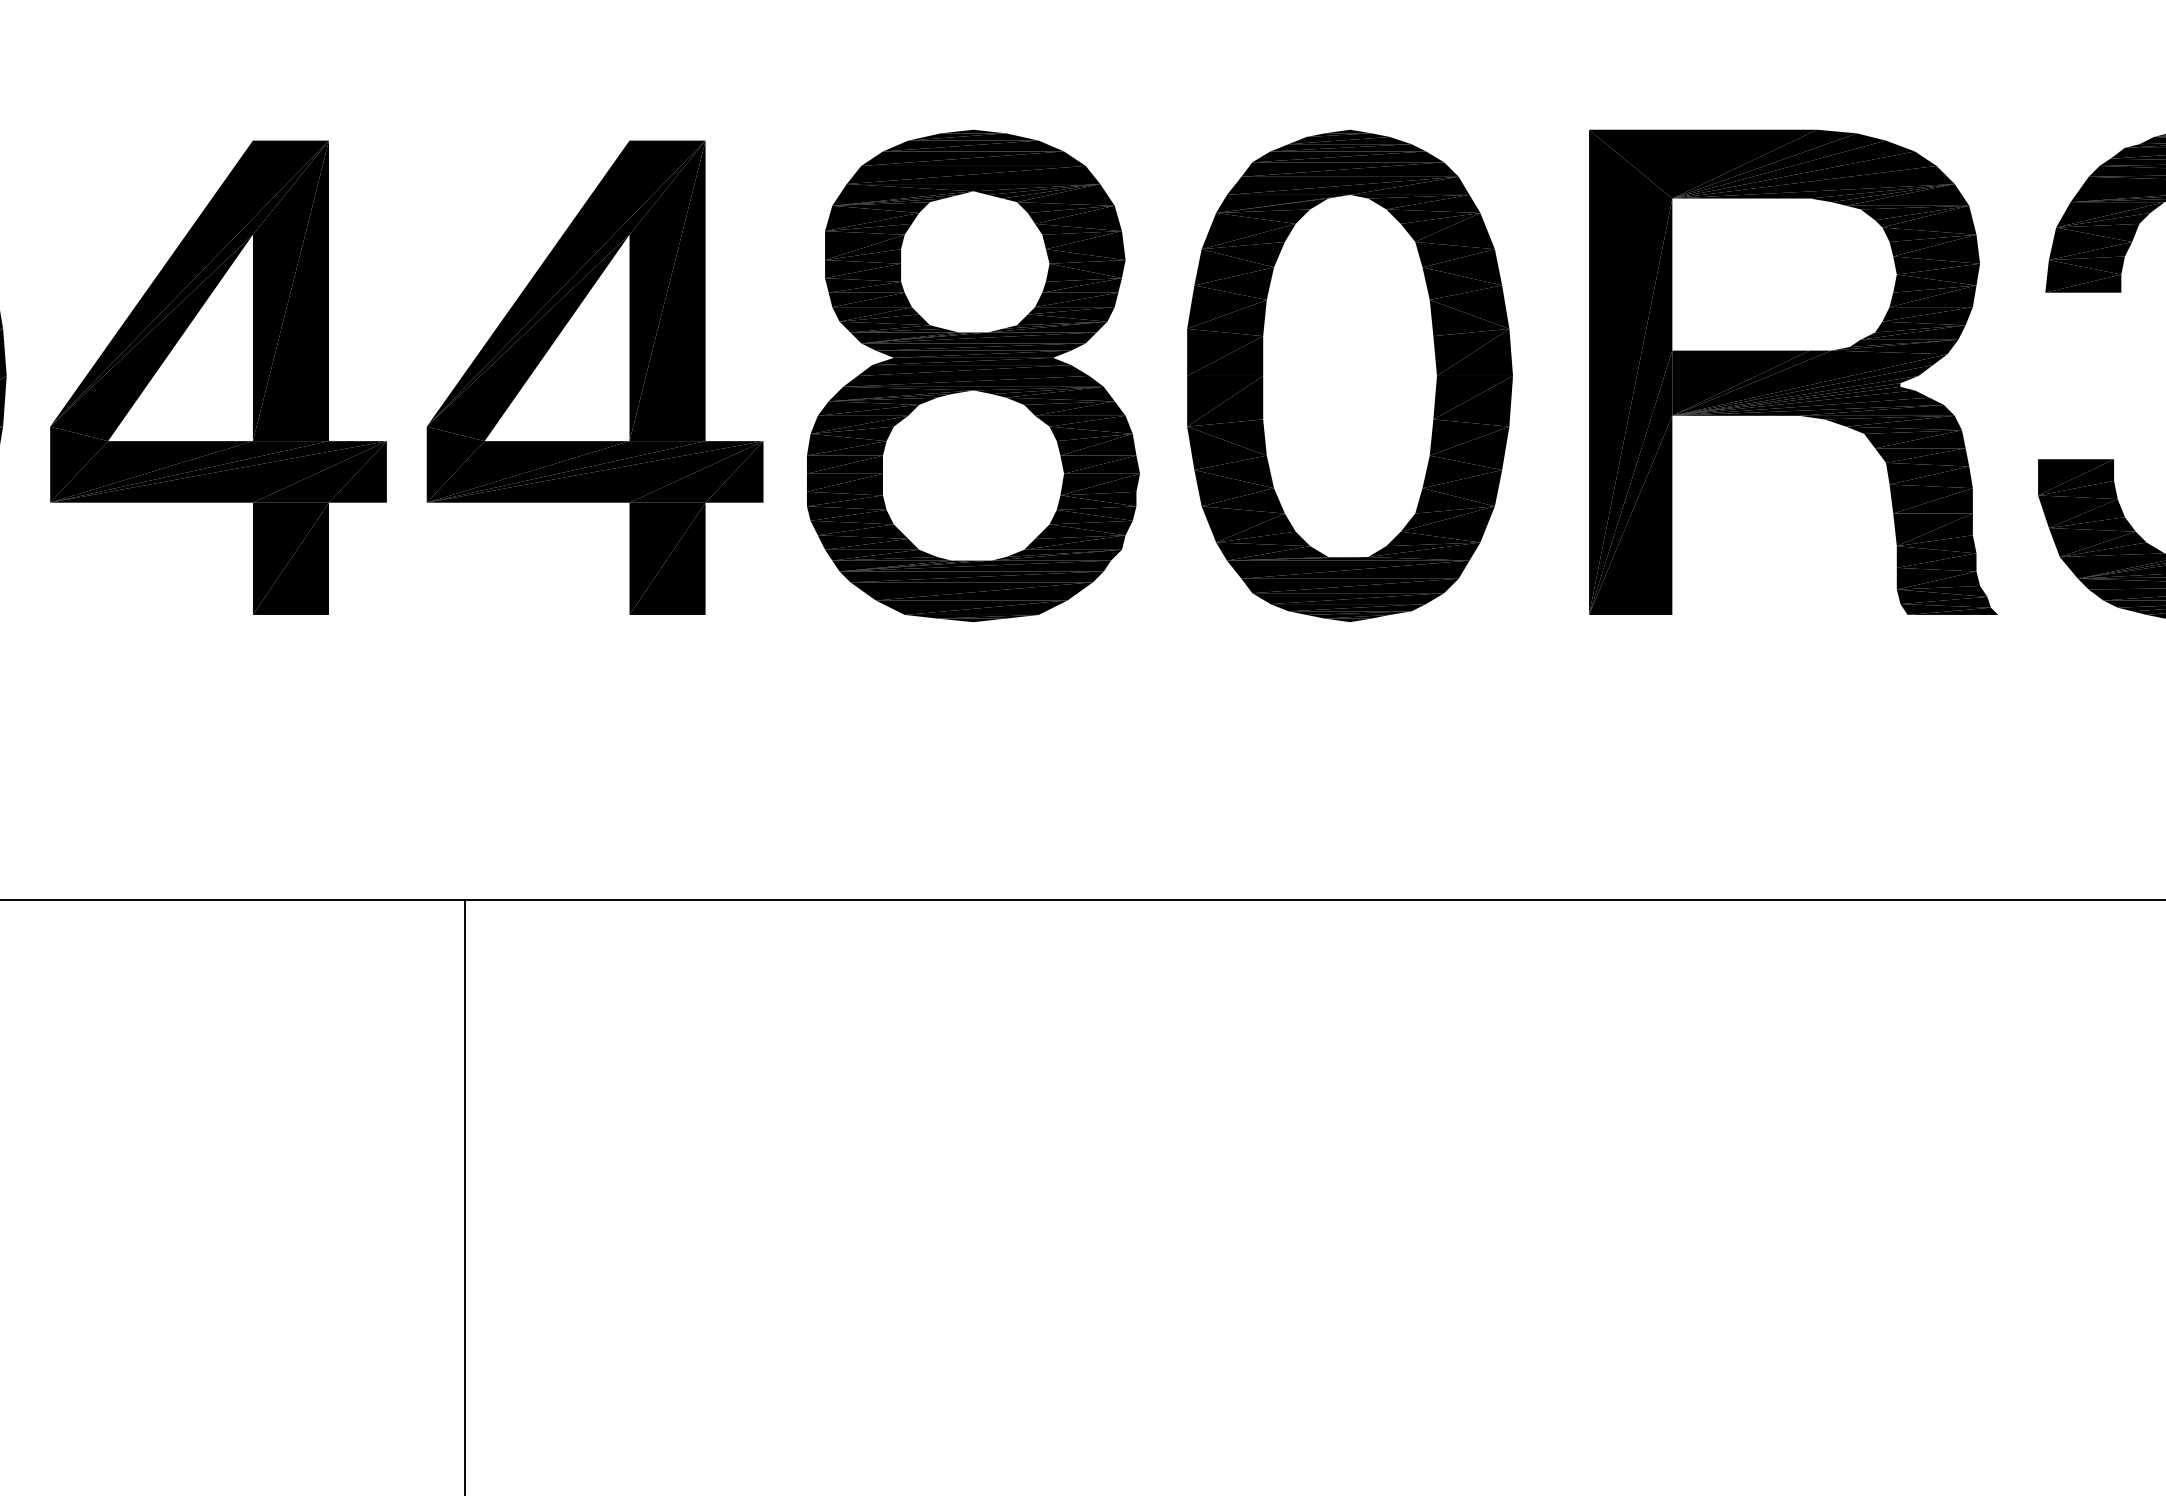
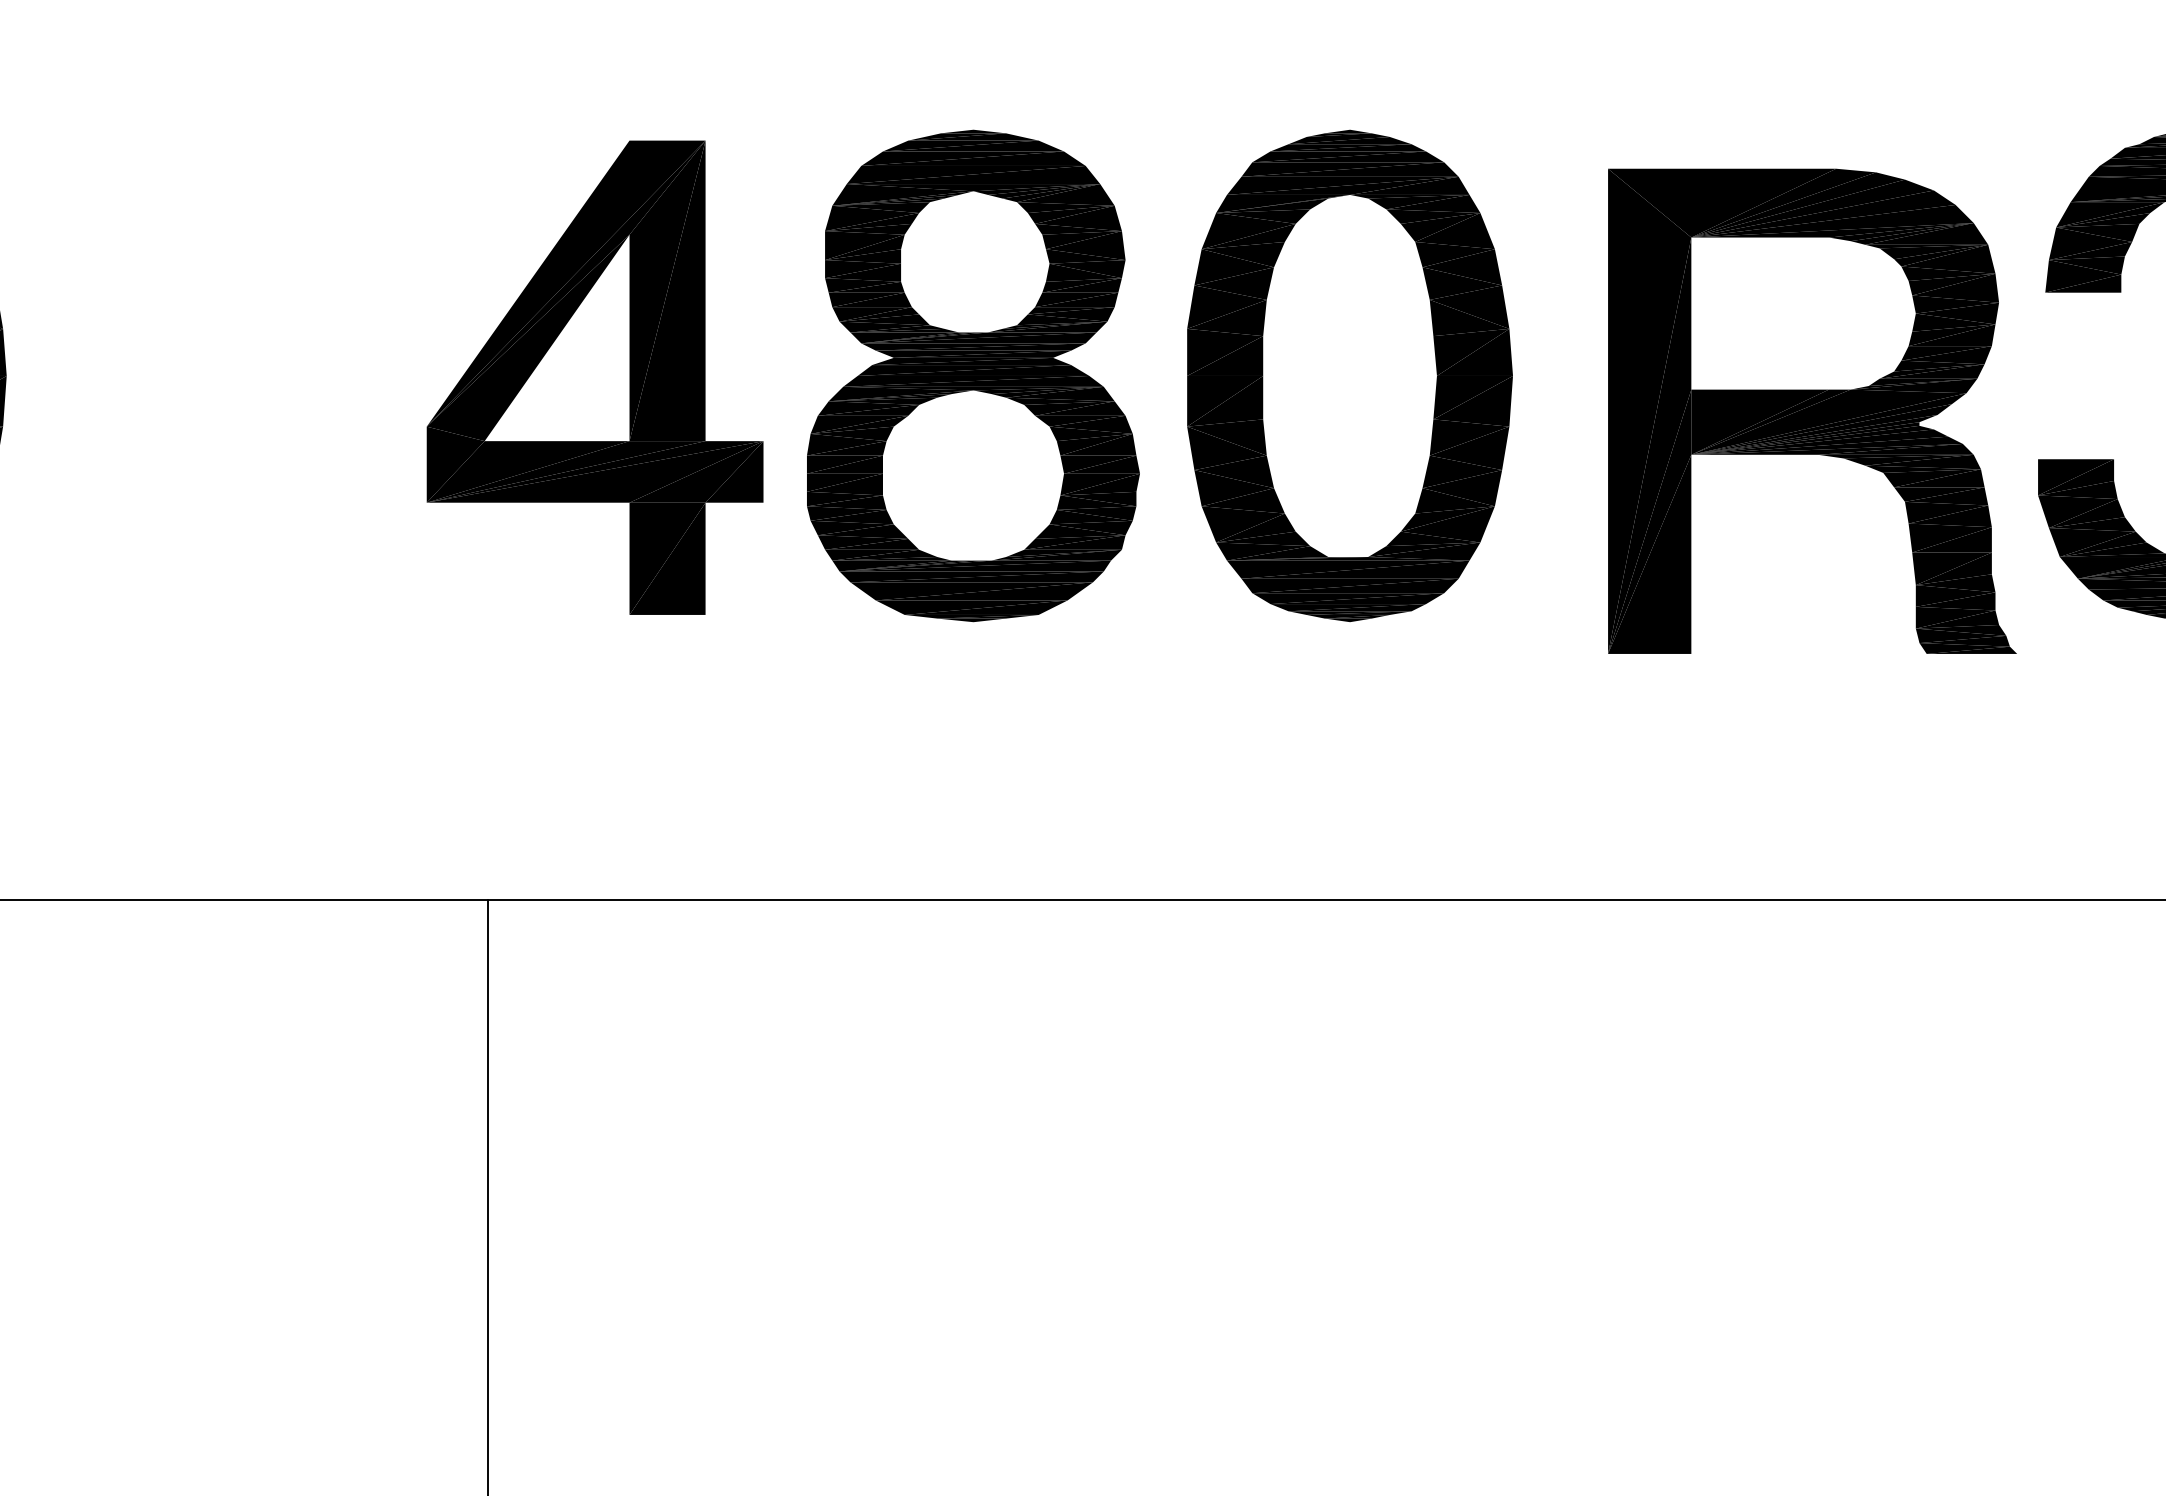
part at (1793, 371) position: (1793, 371) -> (1812, 410)
part at (218, 377): present -> none
line at (464, 1195) position: (464, 1195) -> (487, 1195)
